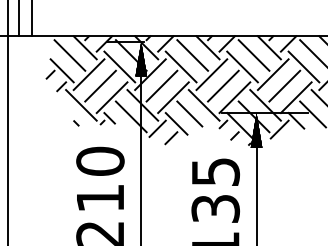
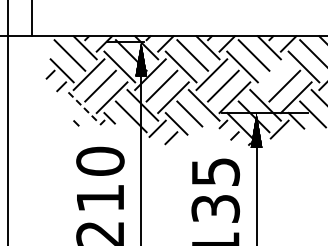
line at (18, 19): present -> none
line at (272, 74): present -> none
line at (81, 105): solid -> dashed
